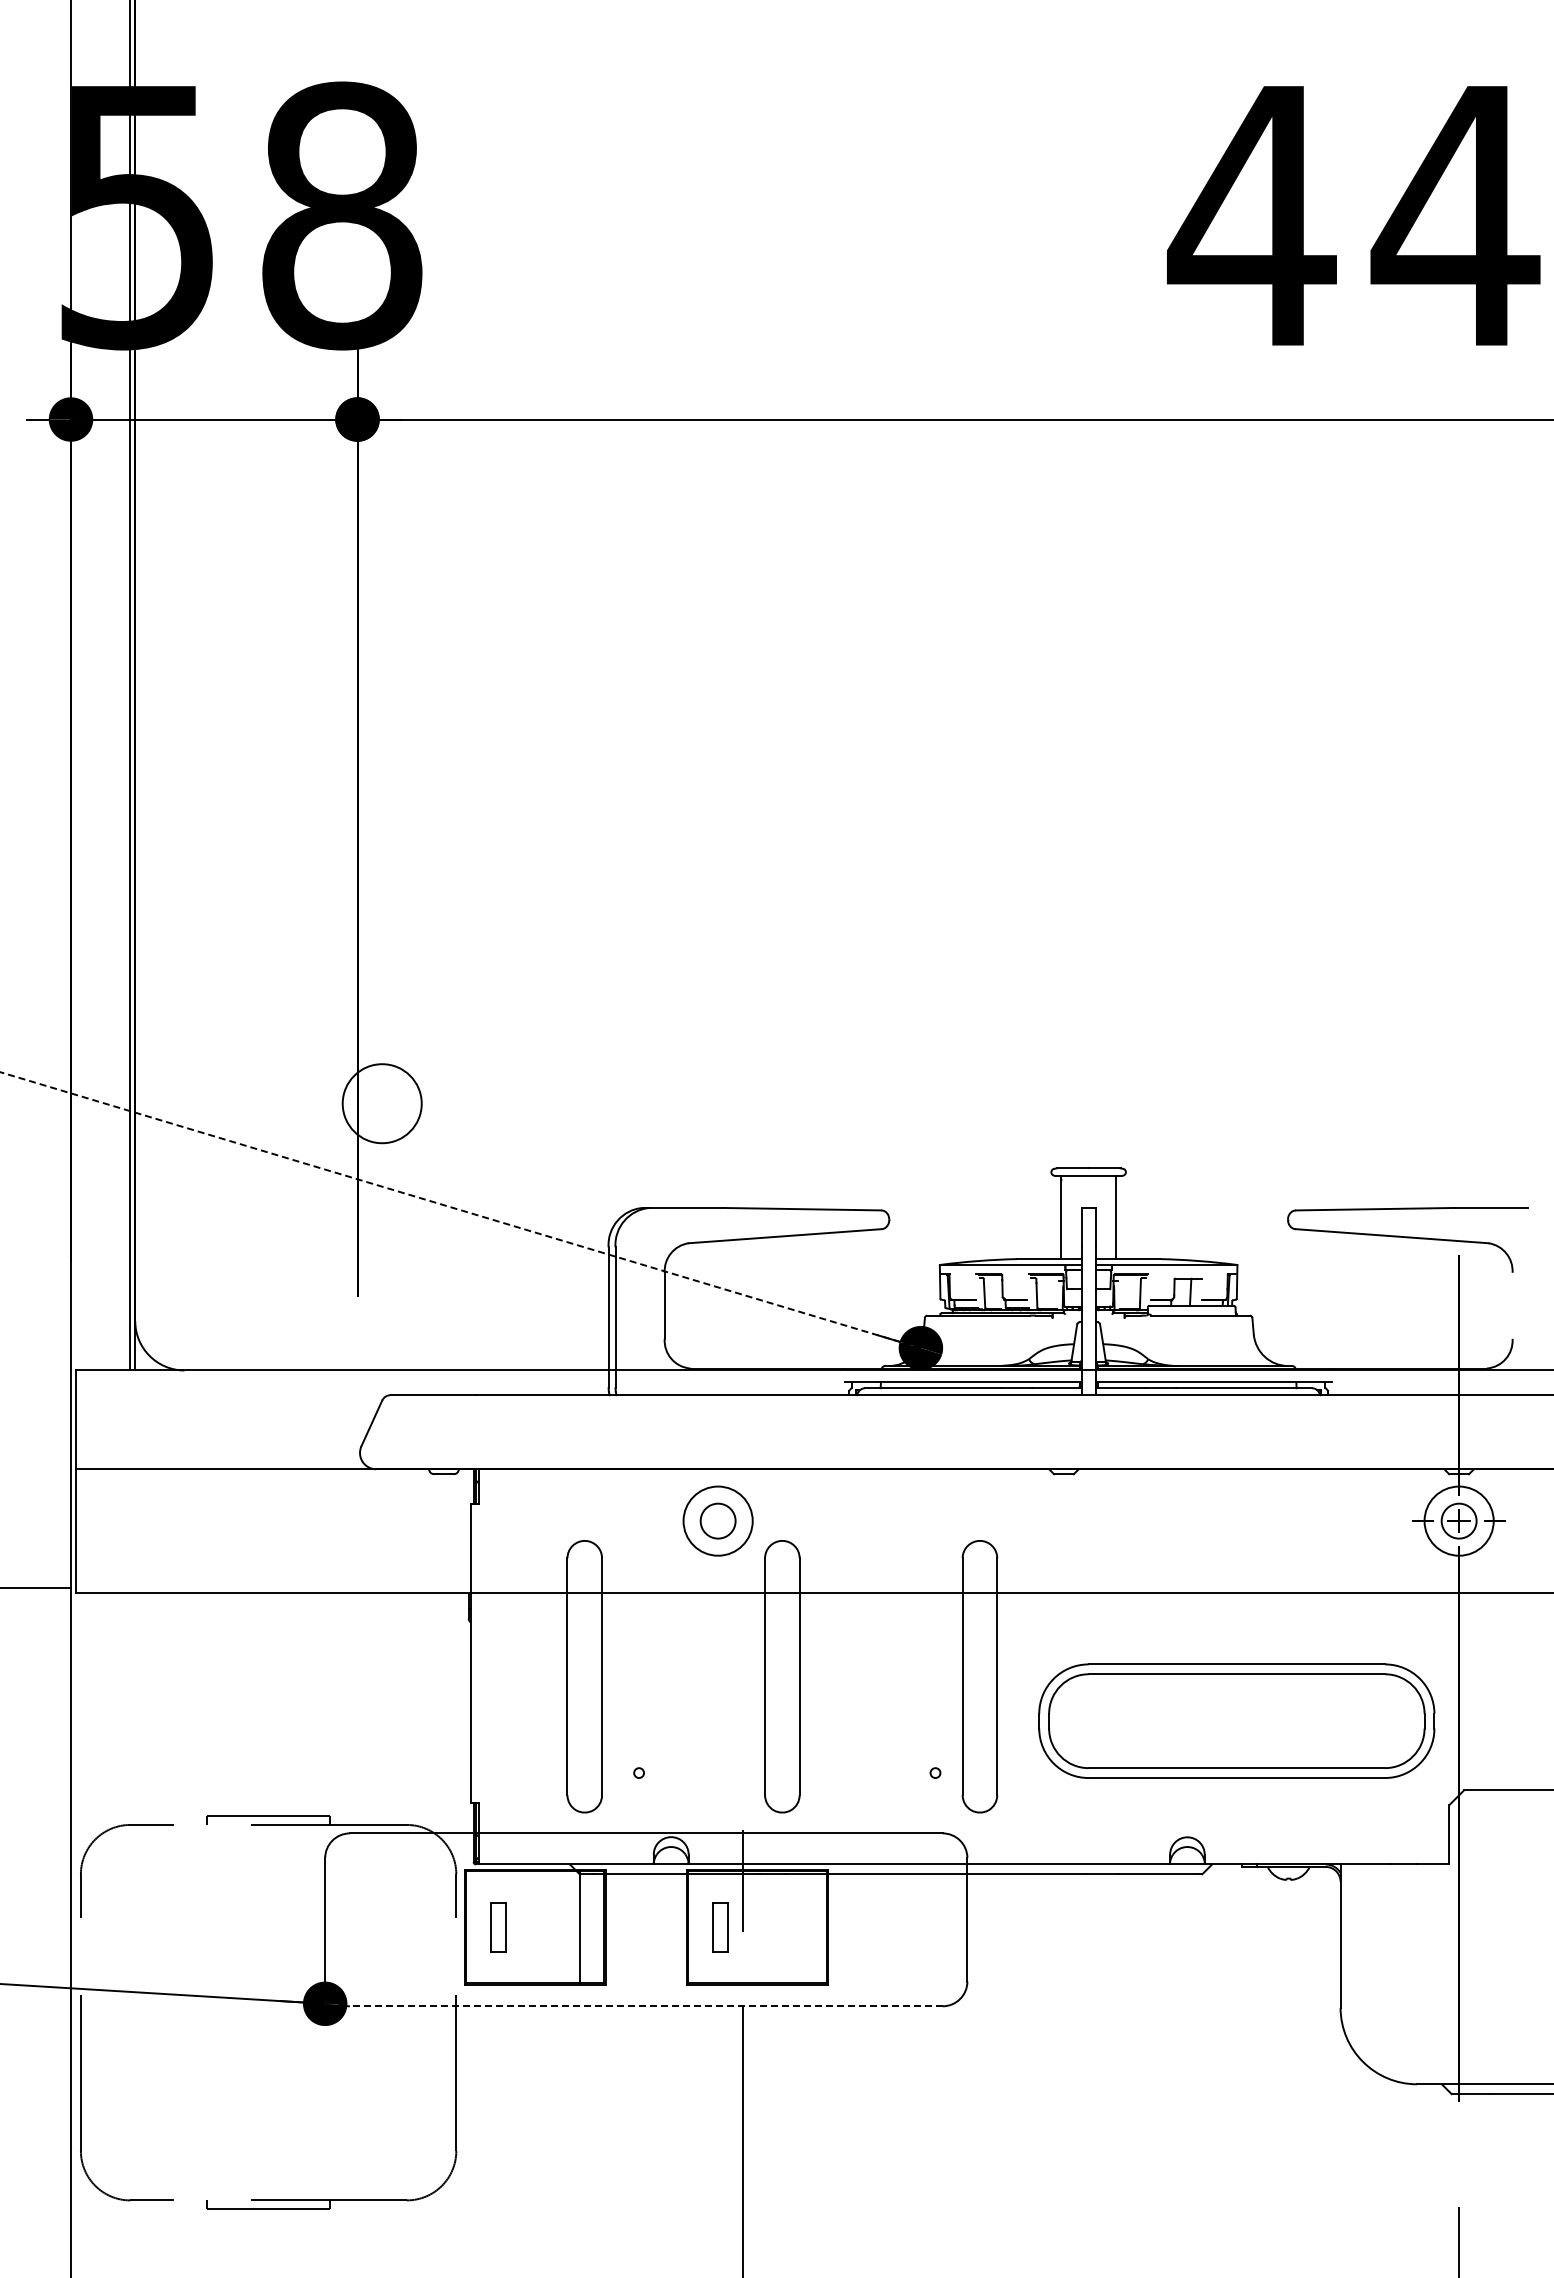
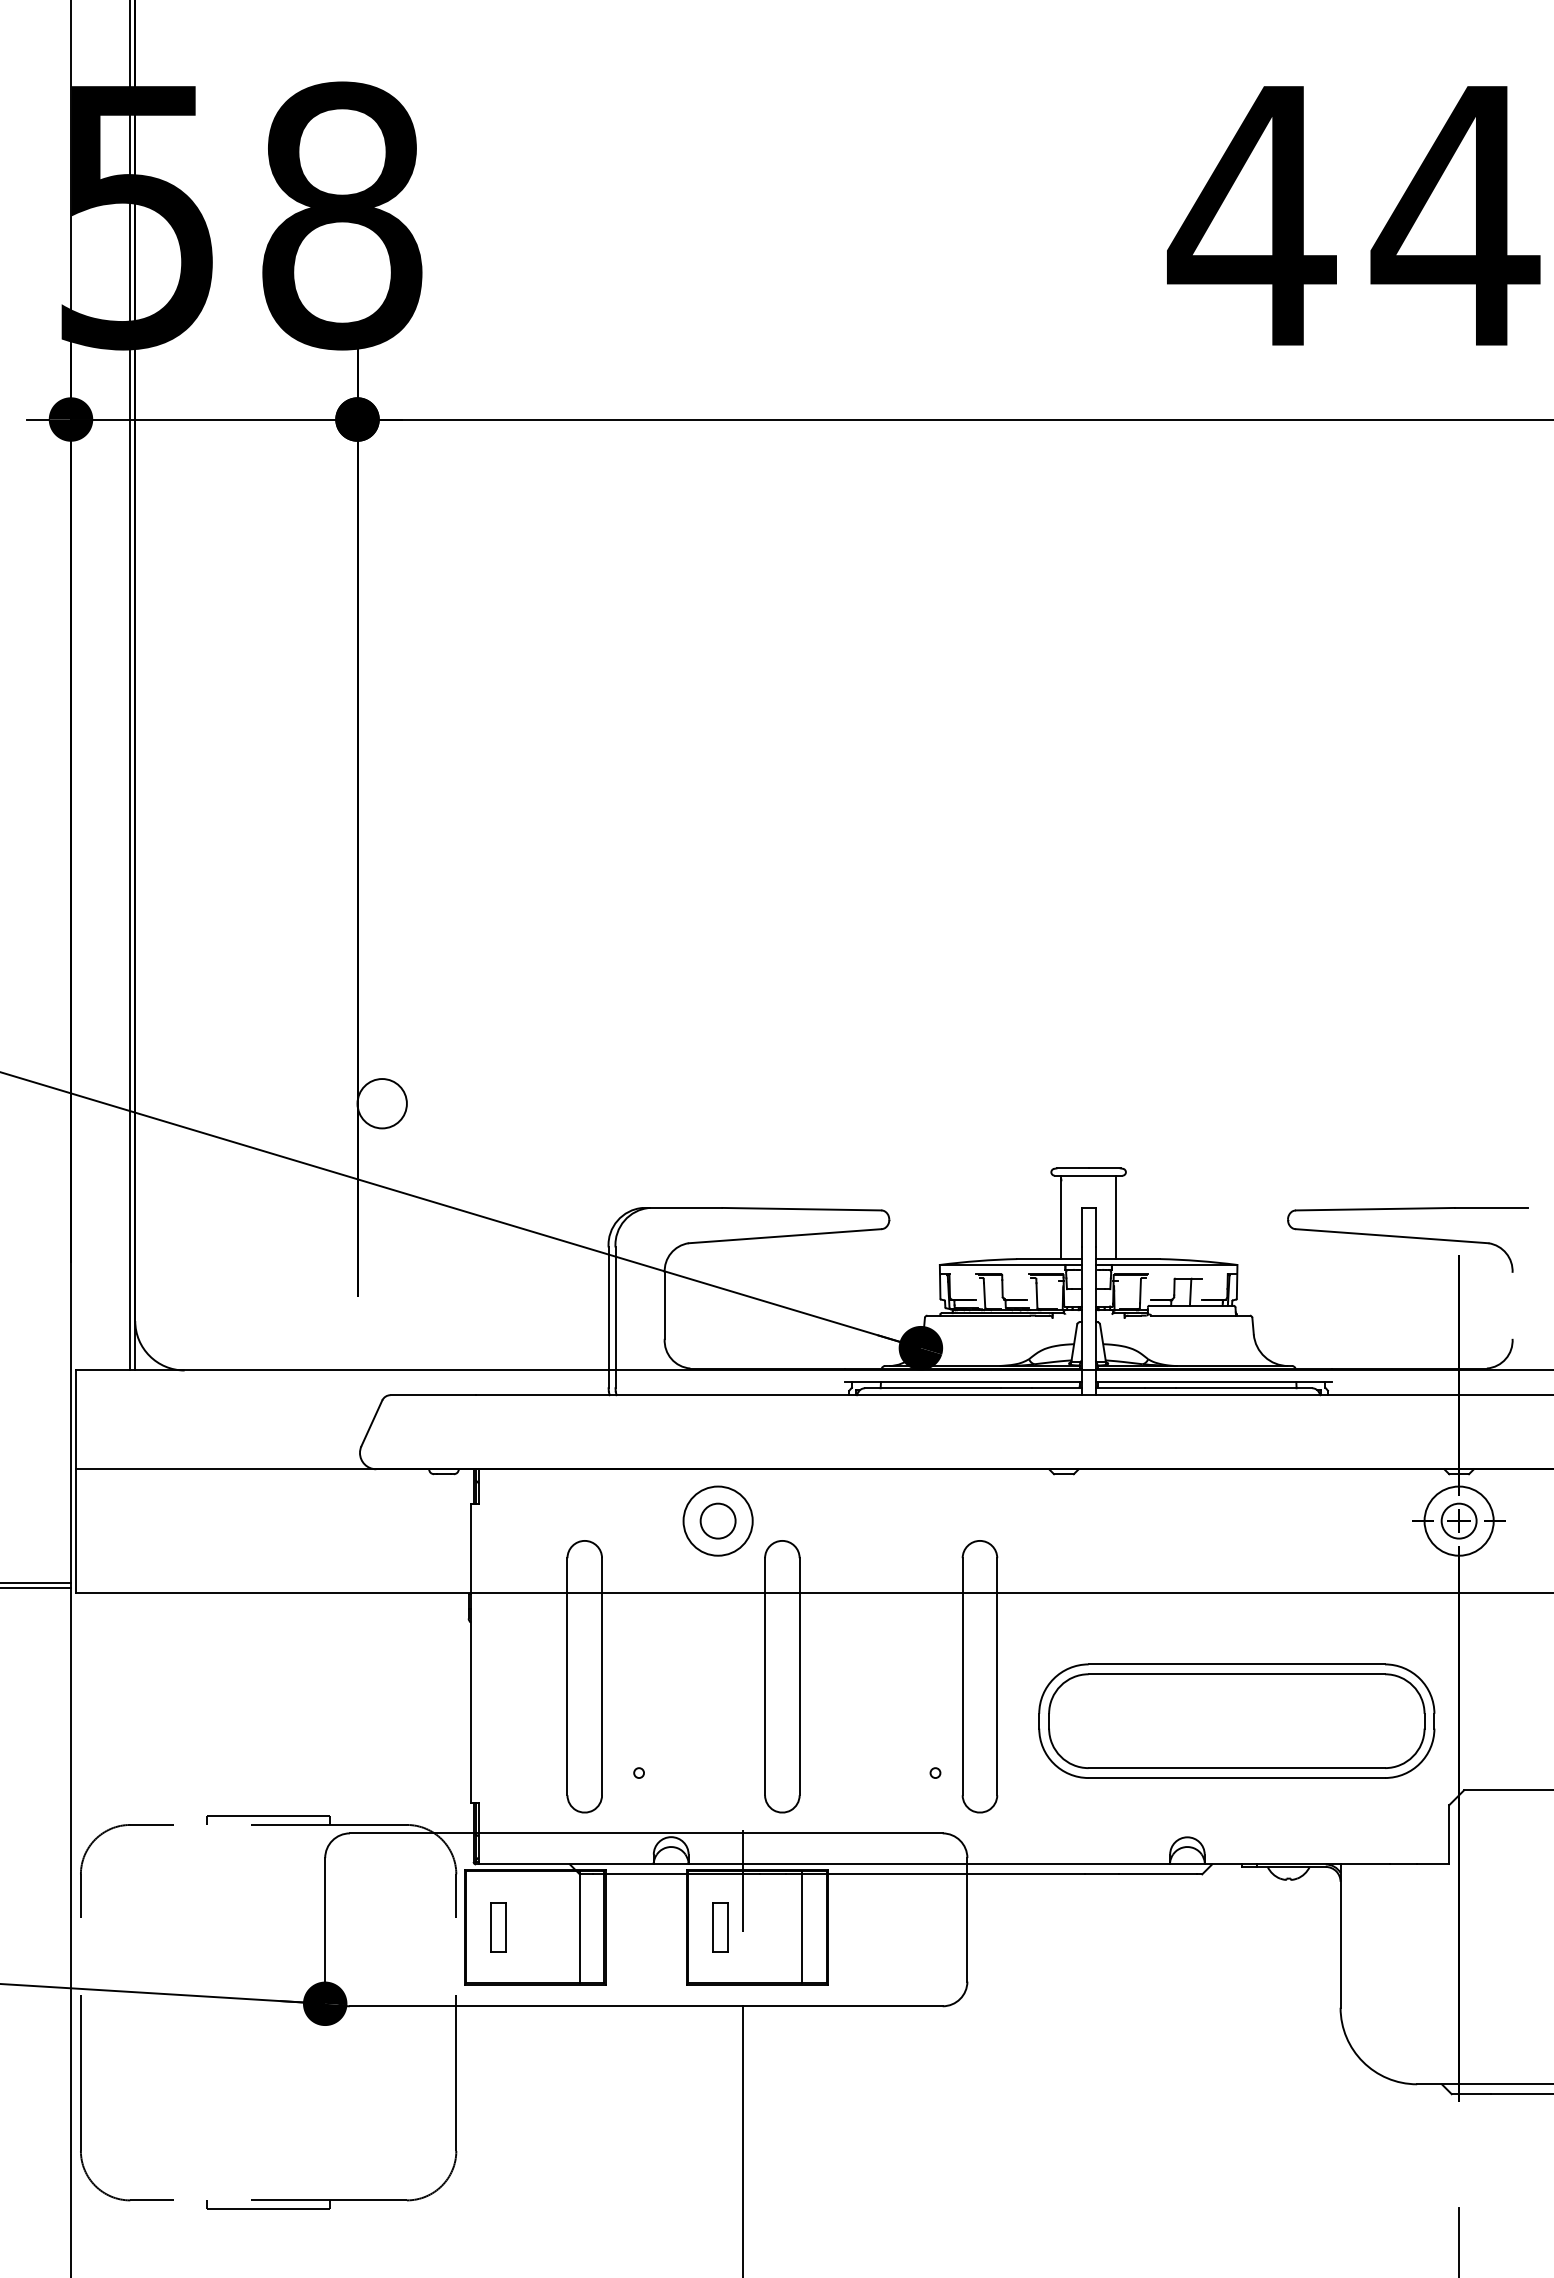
circle at (381, 1103) diameter: 79 px -> 49 px
line at (460, 1210): dashed -> solid
line at (36, 1582): none -> present
line at (801, 1927): none -> present
line at (645, 2006): dashed -> solid
